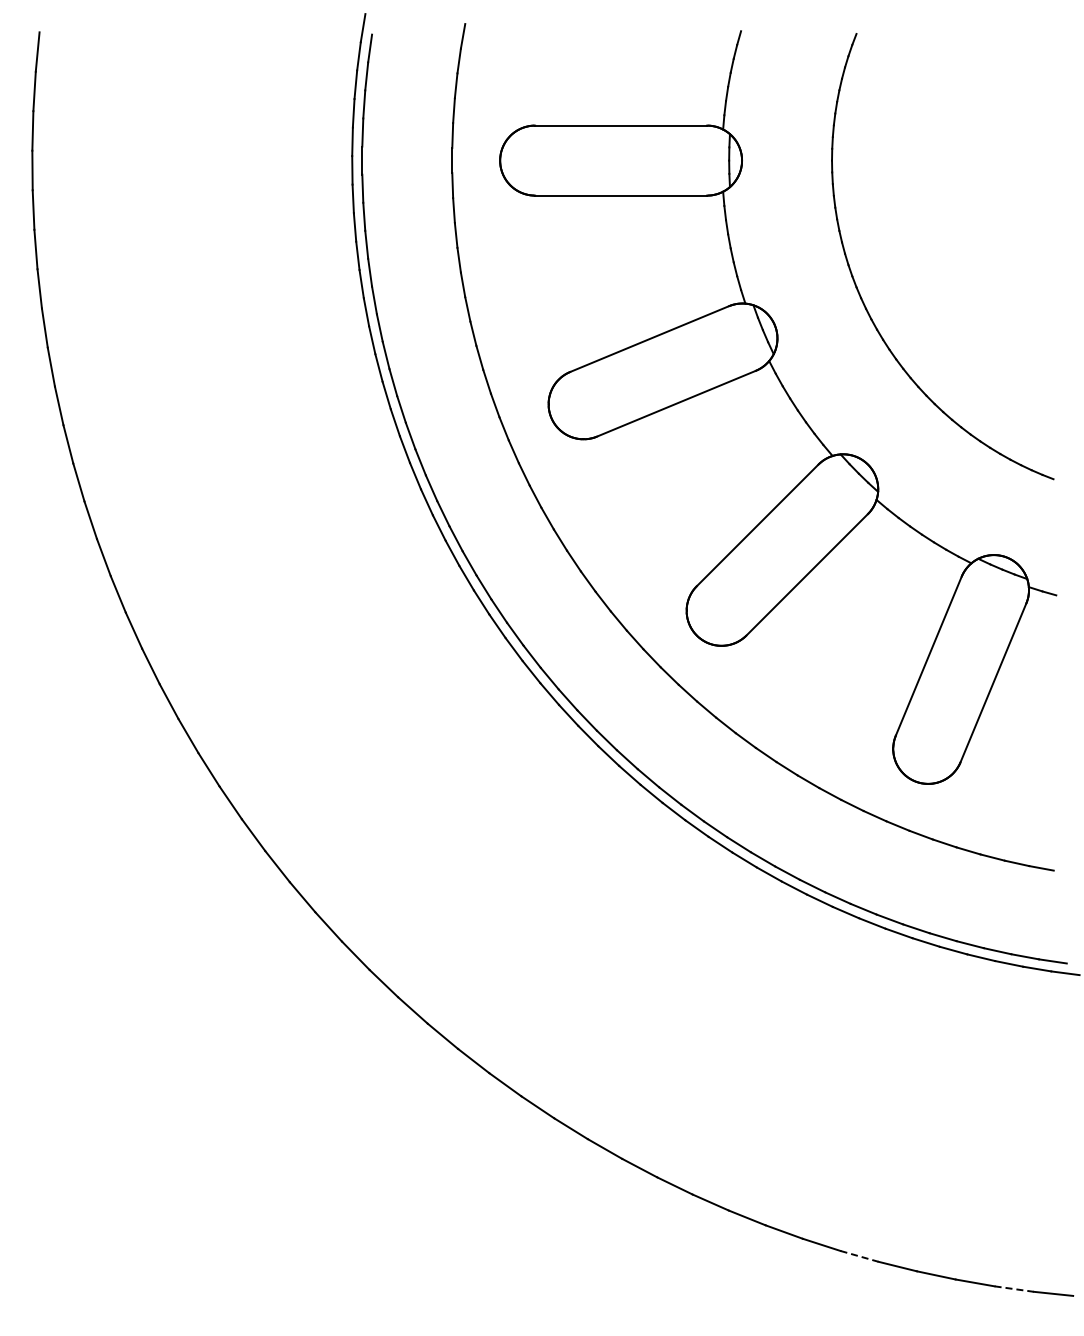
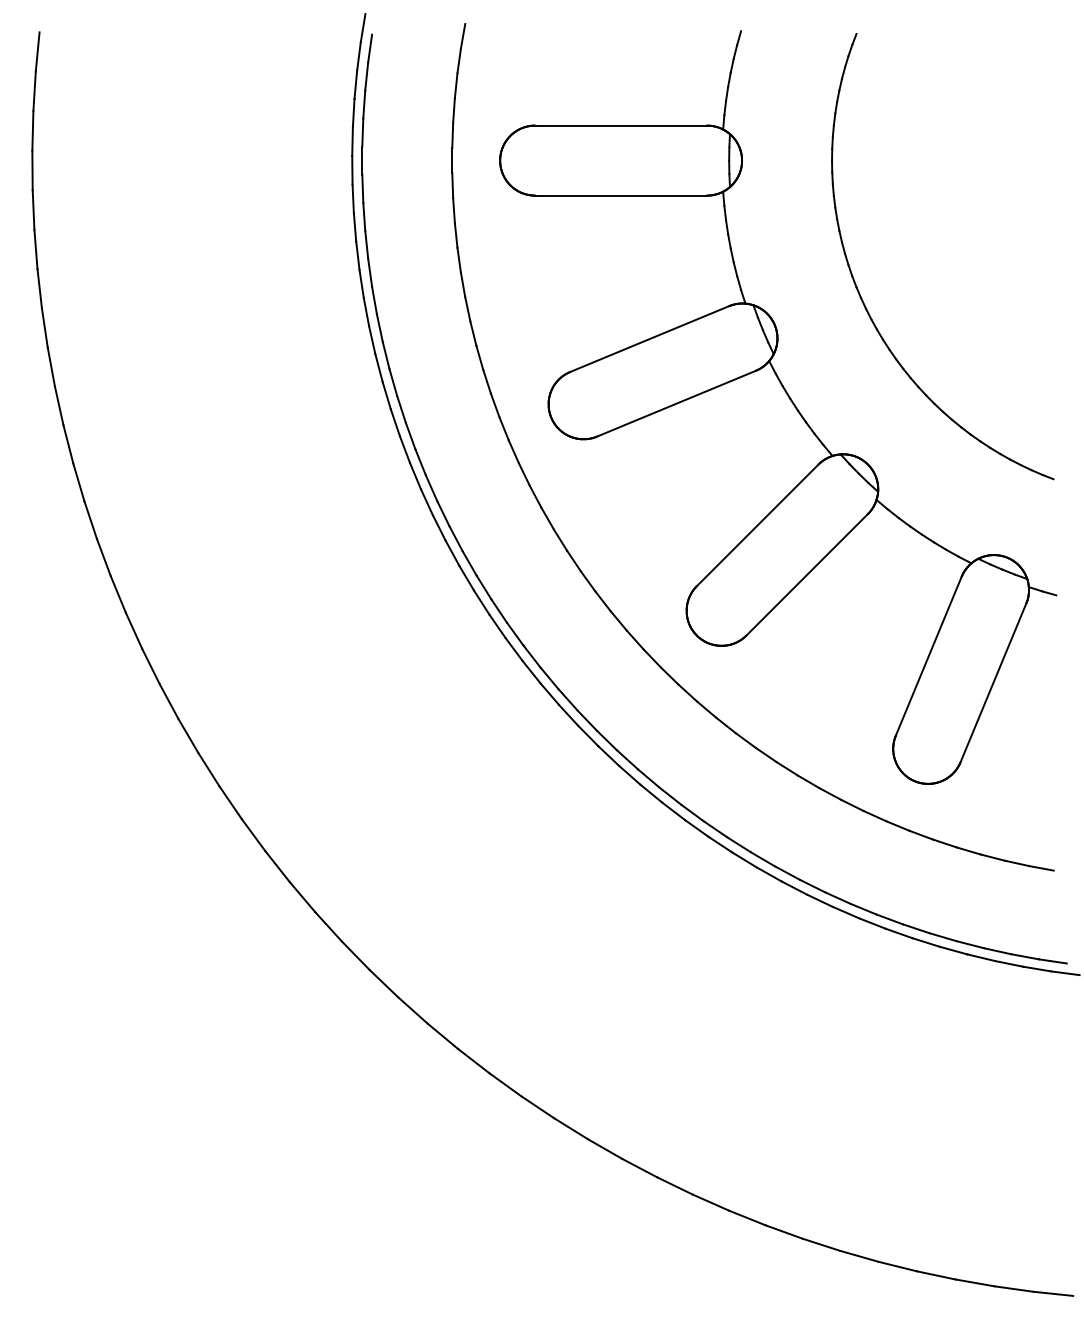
line at (859, 1256): dashed -> solid
line at (1014, 1289): dashed -> solid
